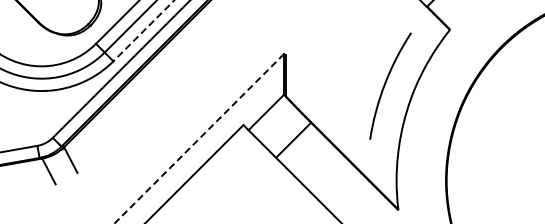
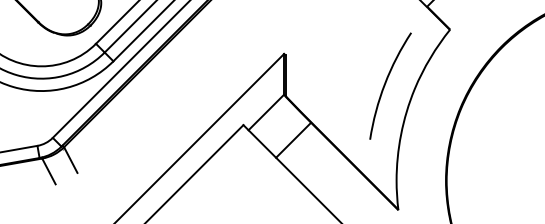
line at (143, 30): dashed -> solid
line at (198, 139): dashed -> solid
